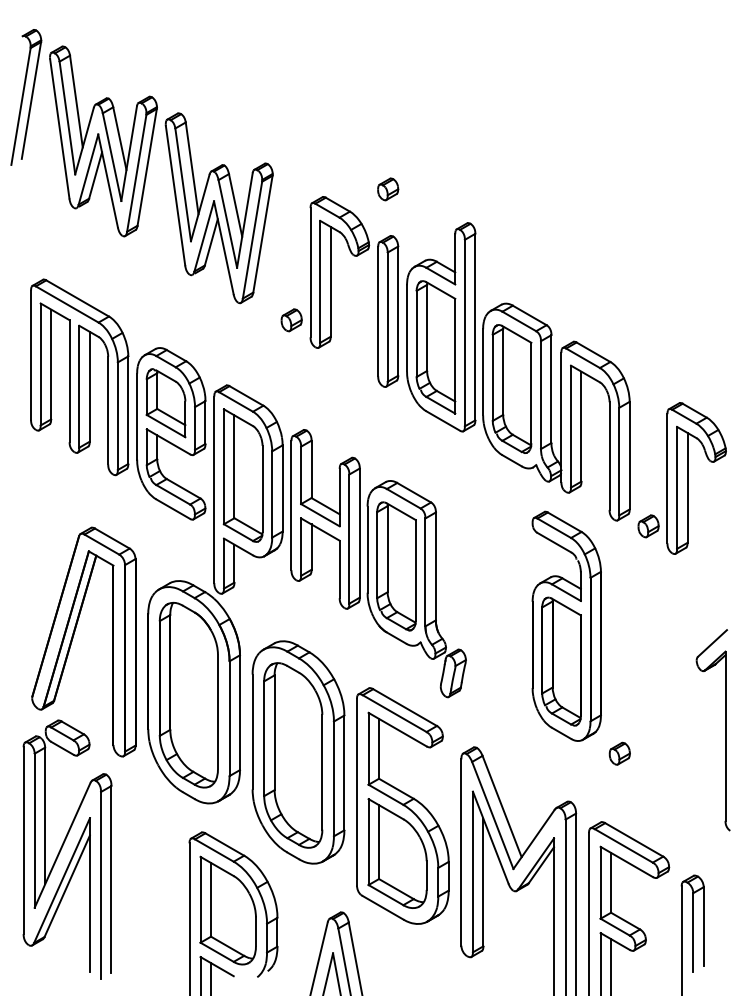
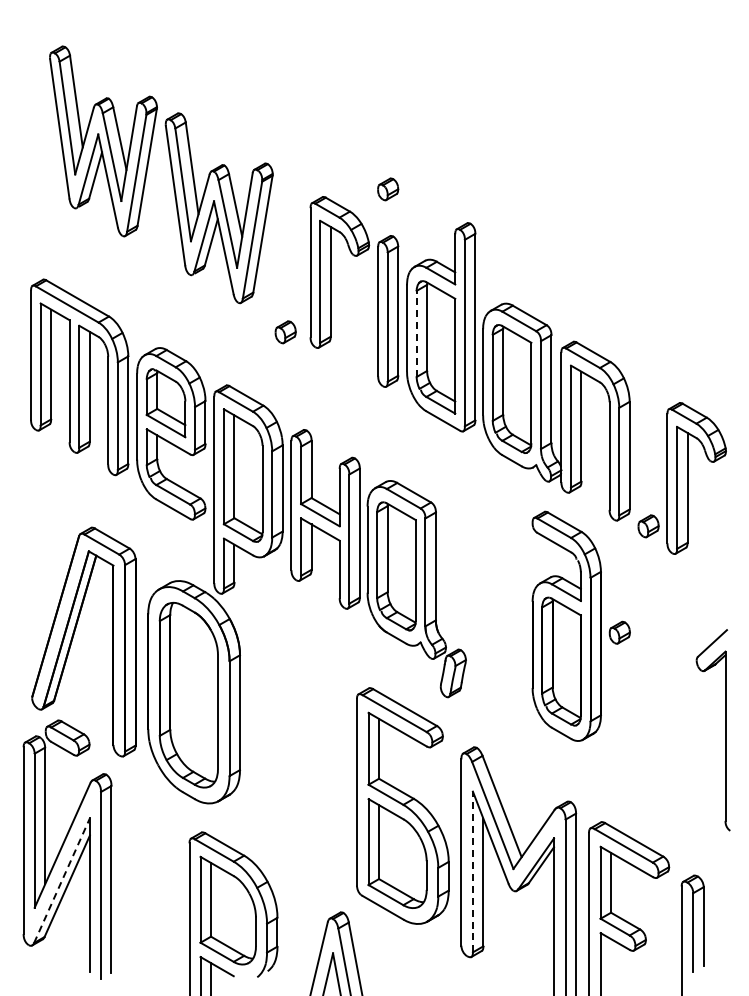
part at (26, 97): present -> none
part at (291, 320) position: (291, 320) -> (285, 332)
line at (416, 333): solid -> dashed
part at (298, 752): present -> none
part at (619, 753) position: (619, 753) -> (619, 632)
line at (472, 871): solid -> dashed
line at (62, 880): solid -> dashed
line at (611, 965): present -> none
